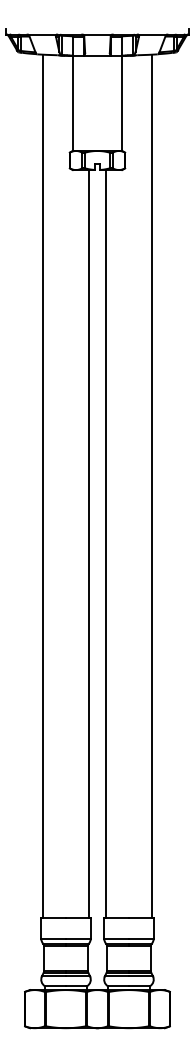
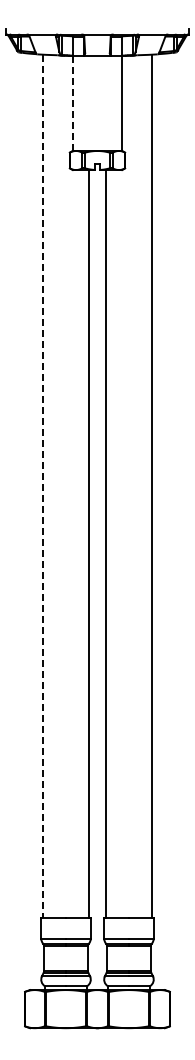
line at (72, 103): solid -> dashed
line at (43, 486): solid -> dashed
